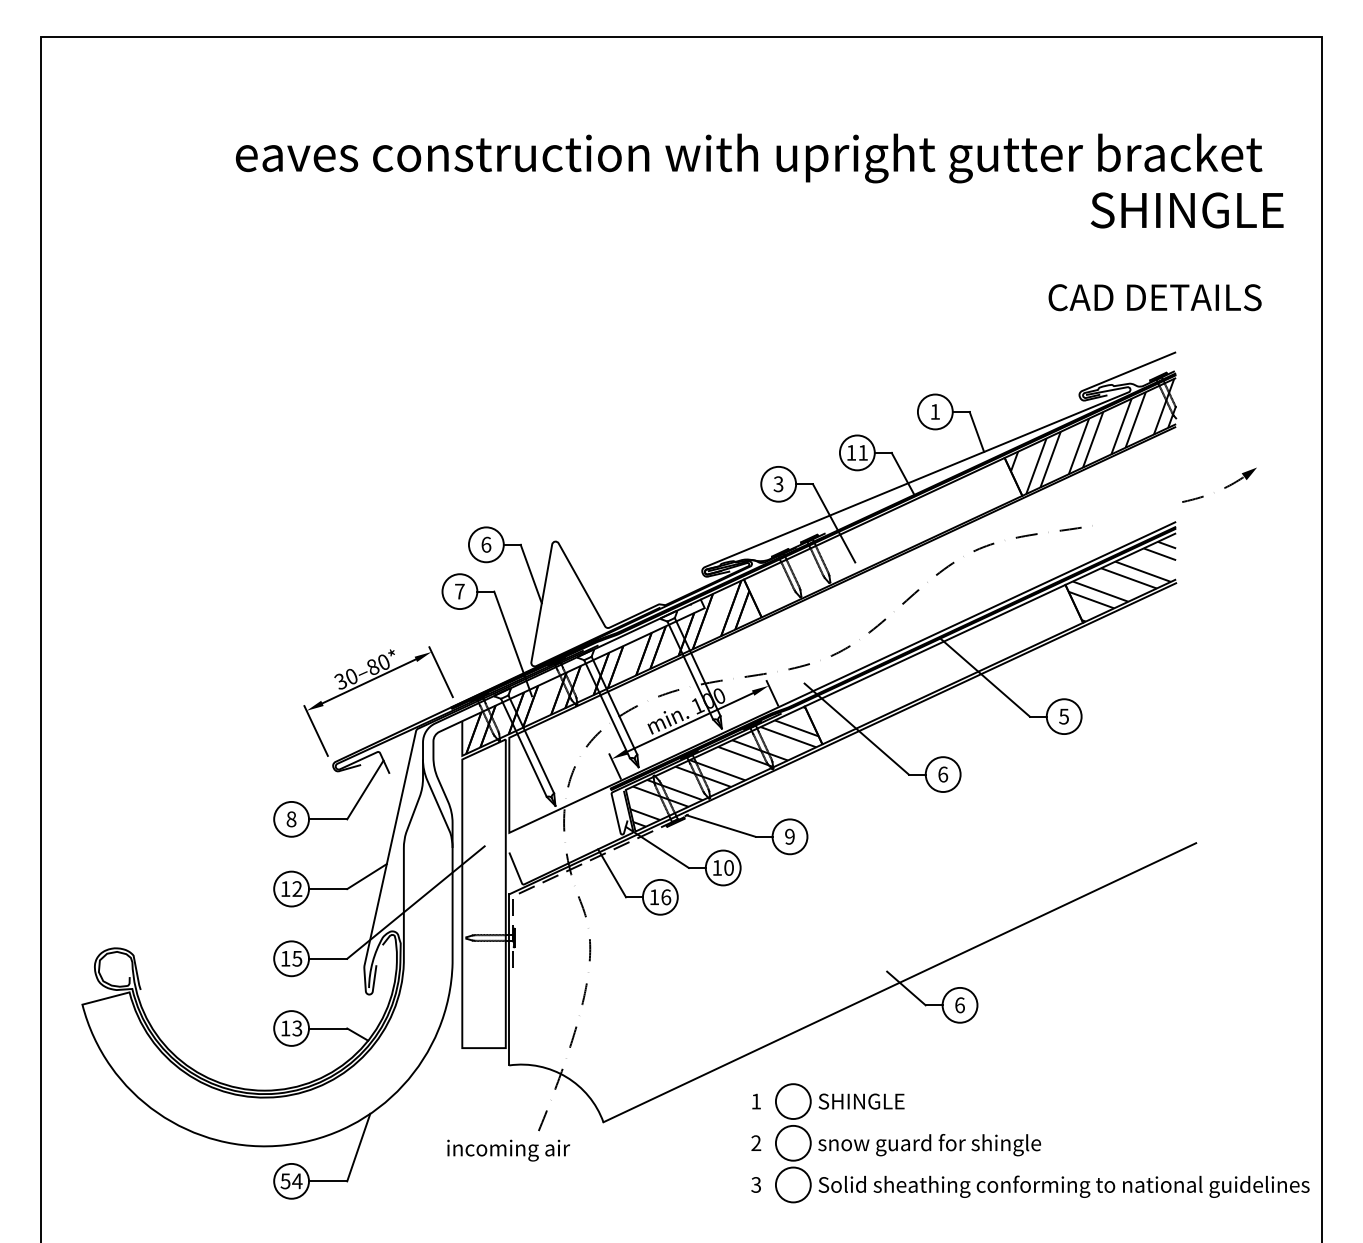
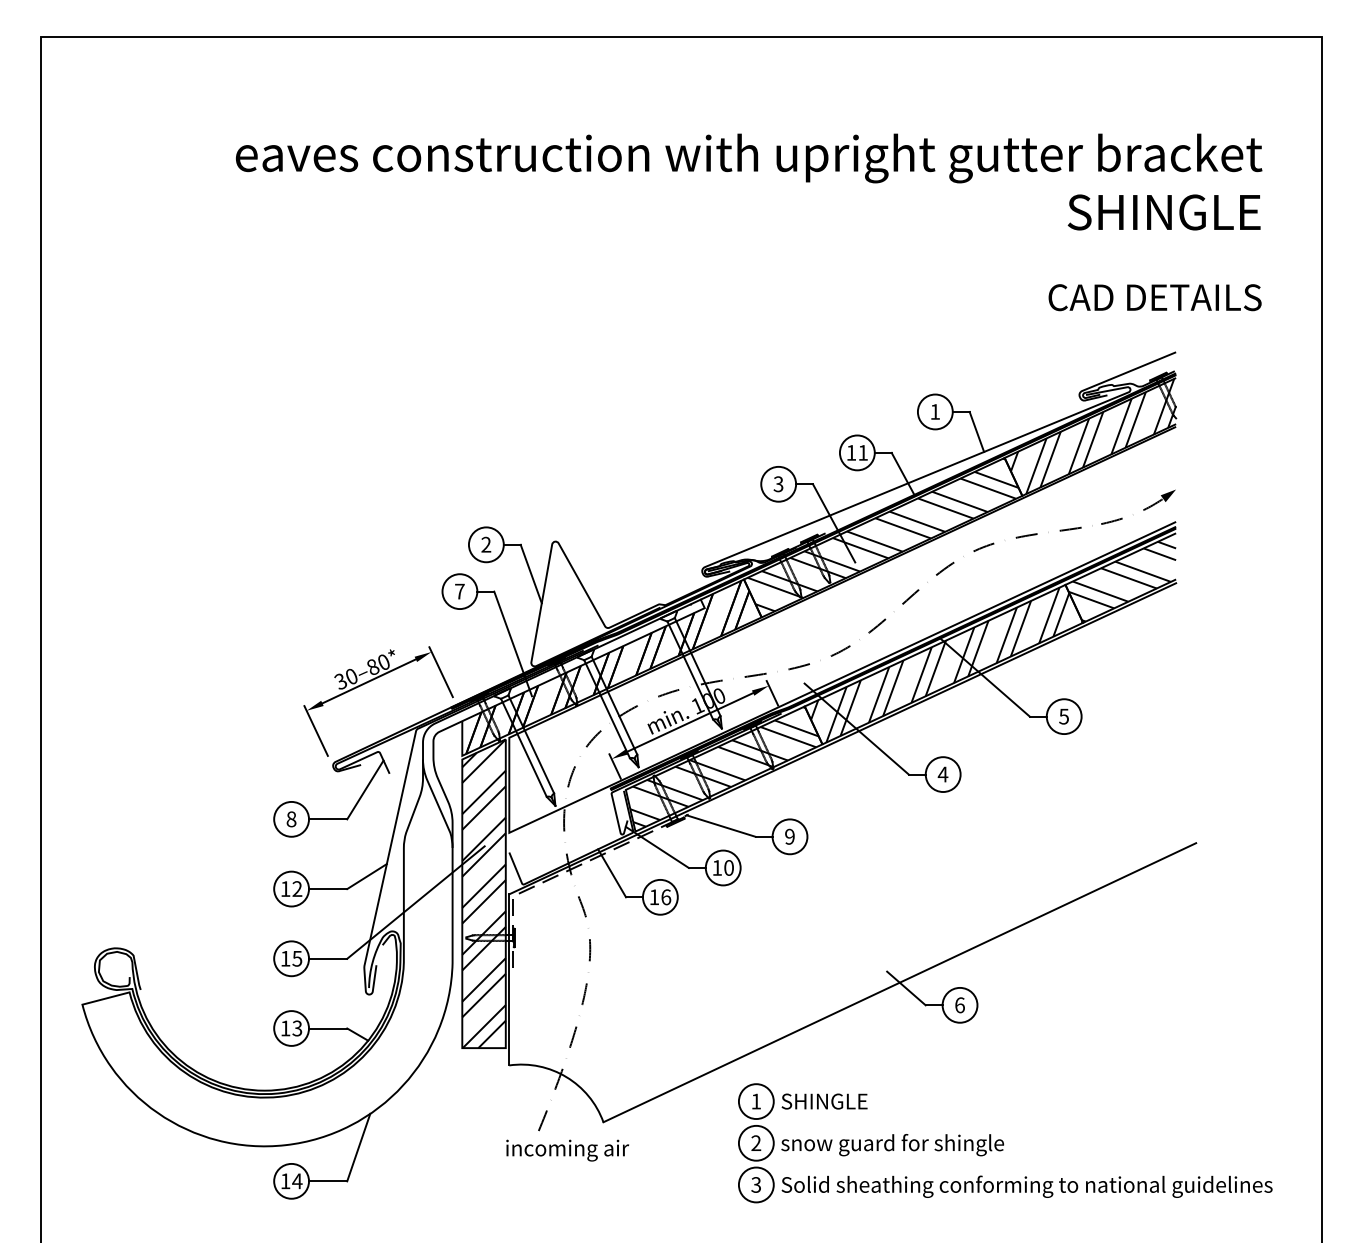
text at (1186, 210) position: (1186, 210) -> (1163, 212)
part at (1219, 484) position: (1219, 484) -> (1138, 506)
hatch at (882, 534): none -> present
text at (486, 544): 6 -> 2
hatch at (946, 664): none -> present
text at (942, 774): 6 -> 4
hatch at (483, 893): none -> present
part at (1042, 1143) position: (1042, 1143) -> (1005, 1143)
text at (508, 1150) position: (508, 1150) -> (567, 1150)
text at (285, 1181): 54 -> 14
